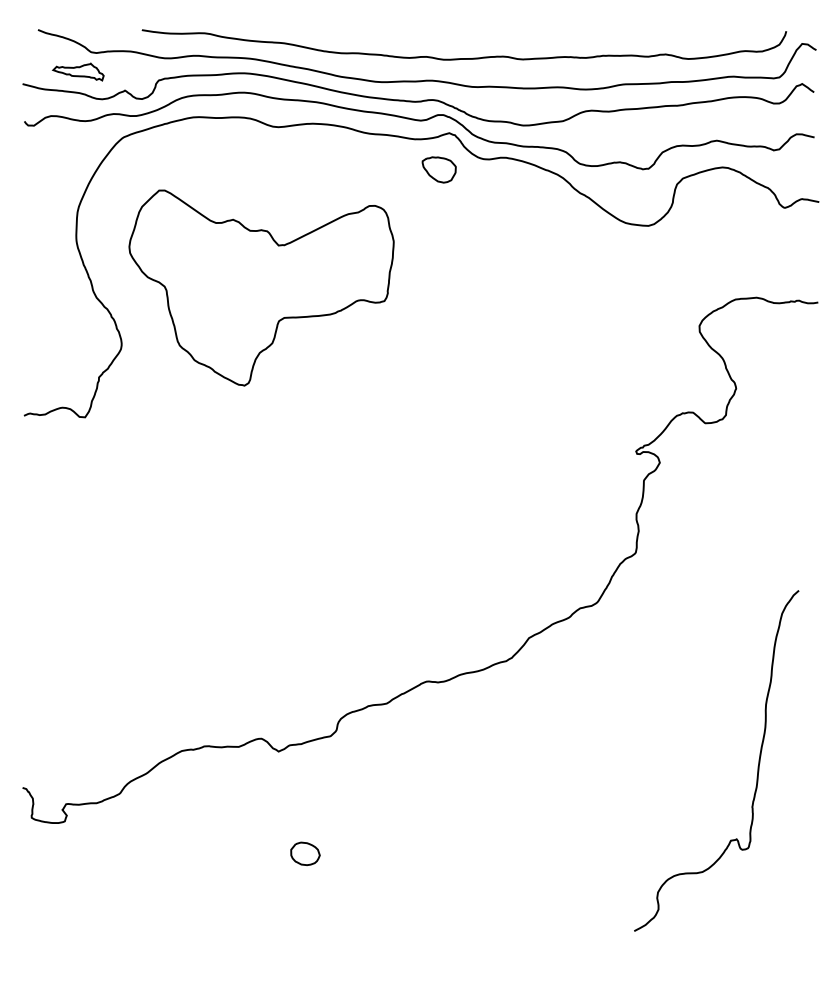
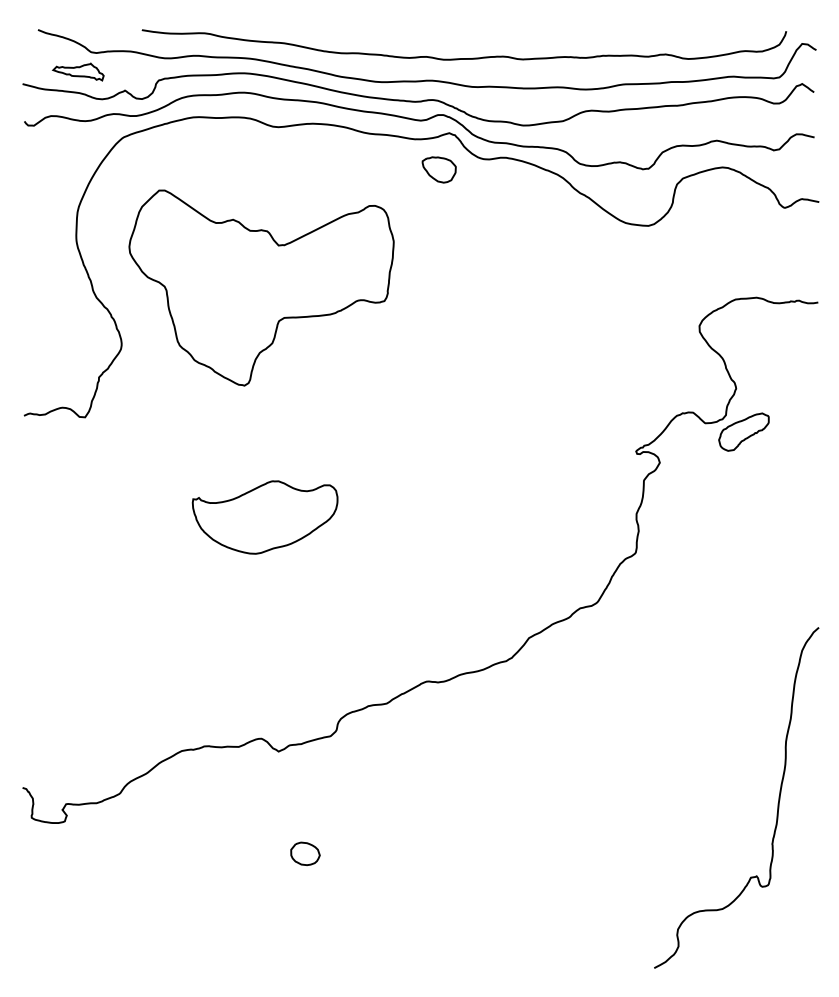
part at (743, 431): none -> present
part at (264, 517): none -> present
curve at (757, 766) position: (757, 766) -> (777, 803)
